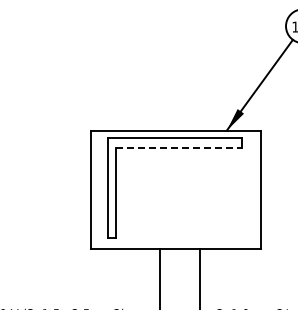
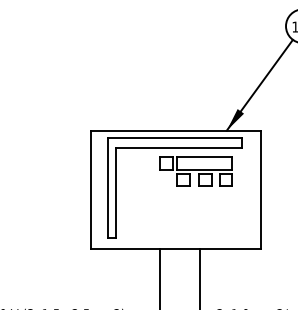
line at (179, 147): dashed -> solid
part at (195, 171): none -> present
